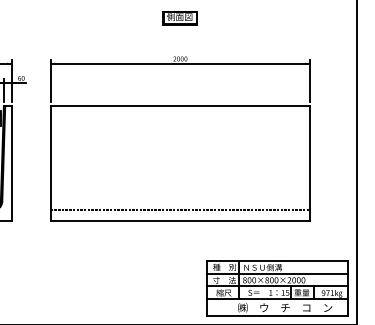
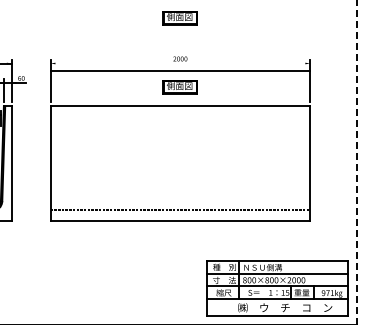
line at (180, 63) position: (180, 63) -> (180, 70)
part at (179, 87): none -> present
line at (357, 161): solid -> dashed
